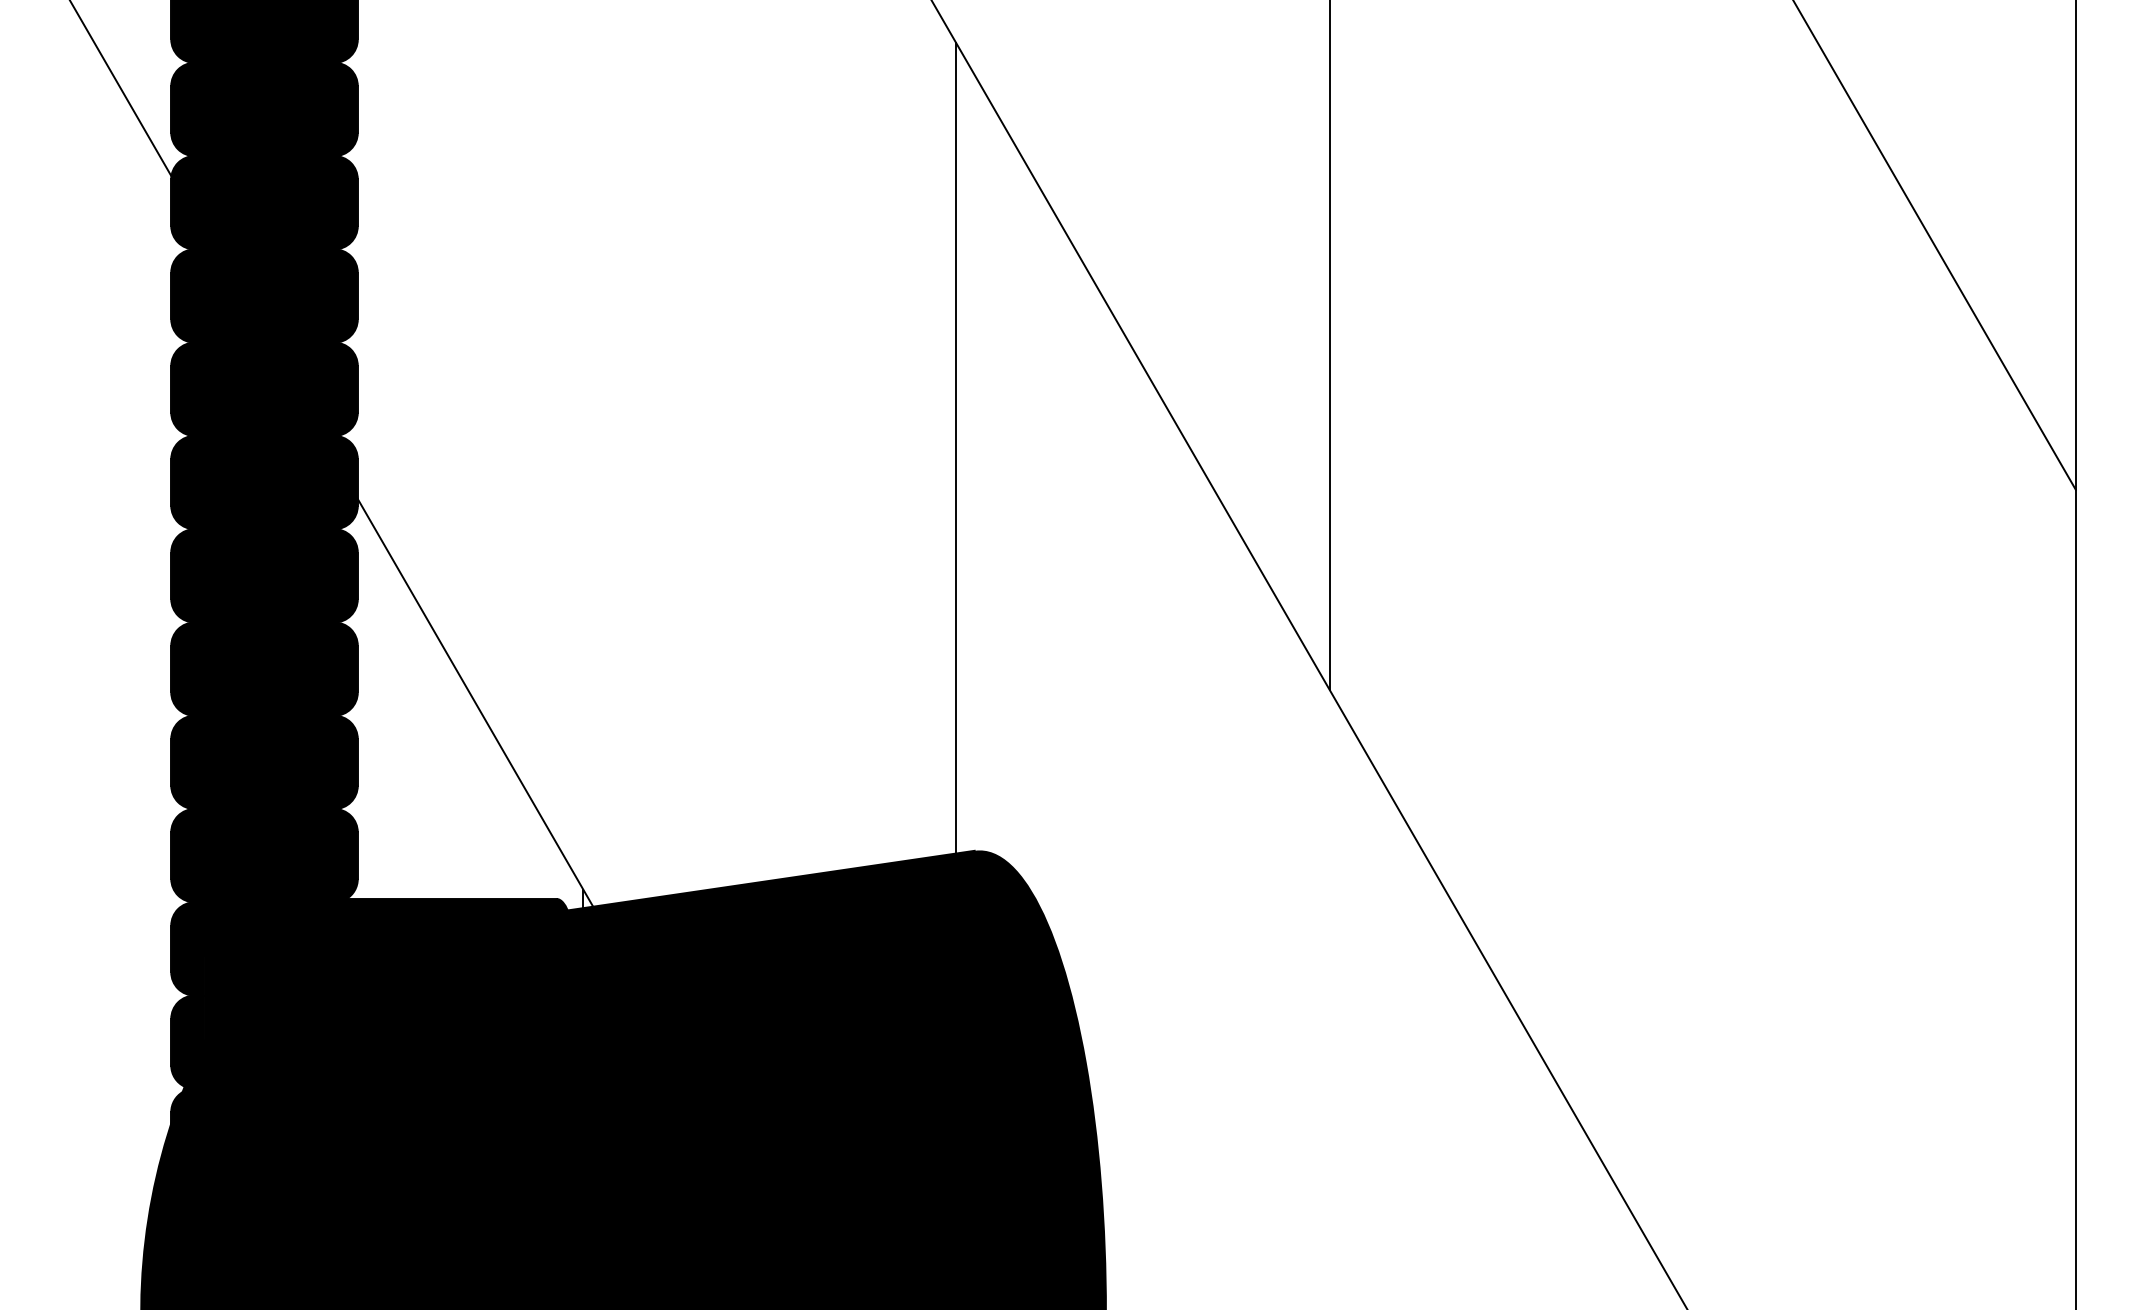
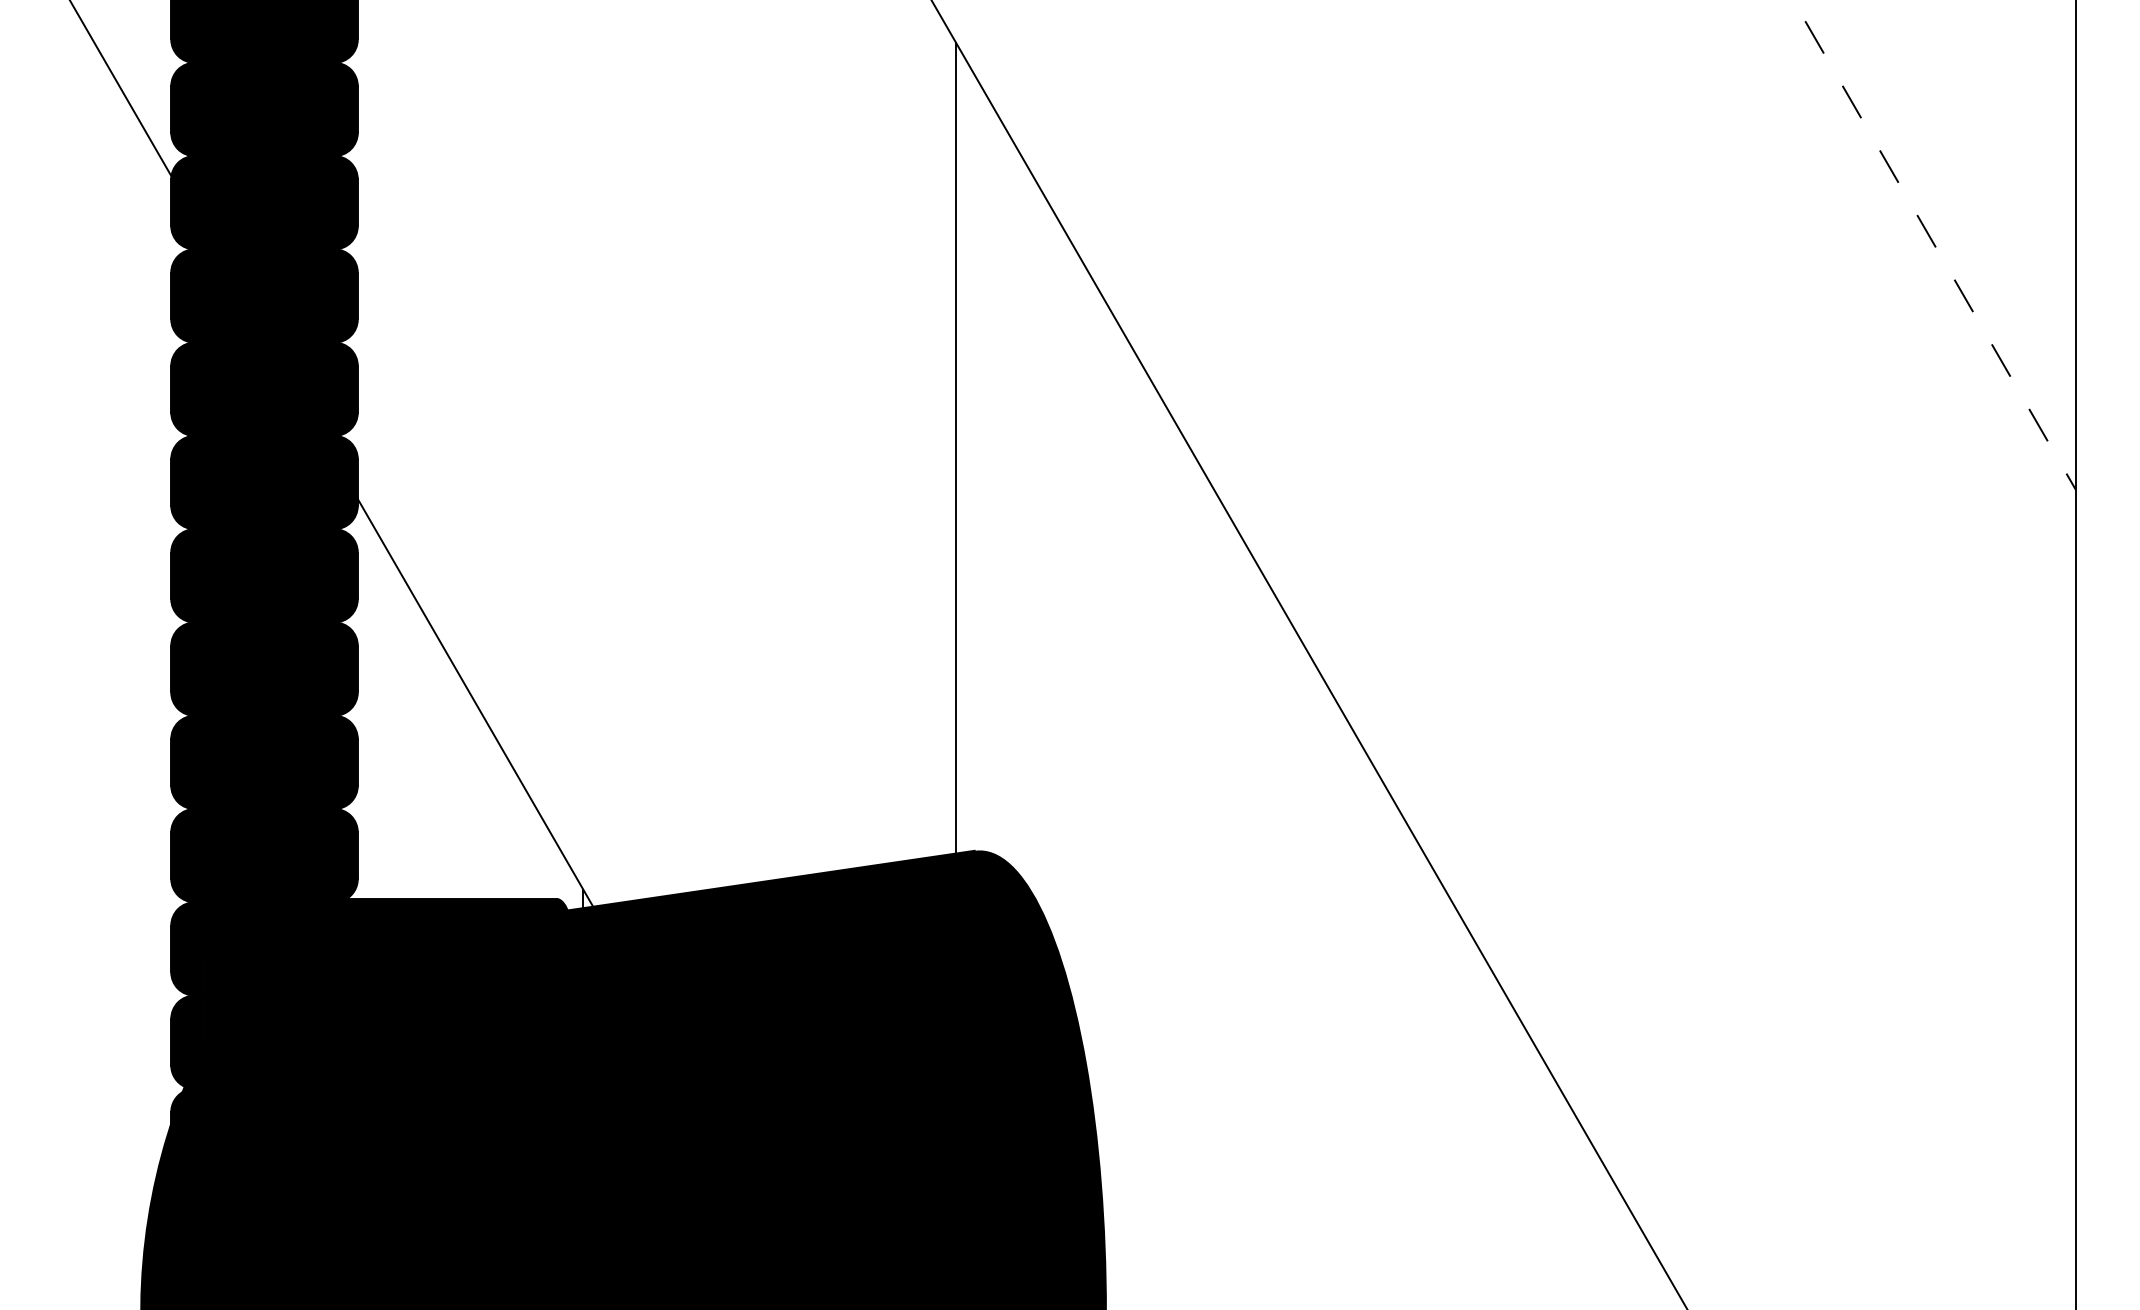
line at (1934, 245): solid -> dashed
line at (1329, 345): present -> none
